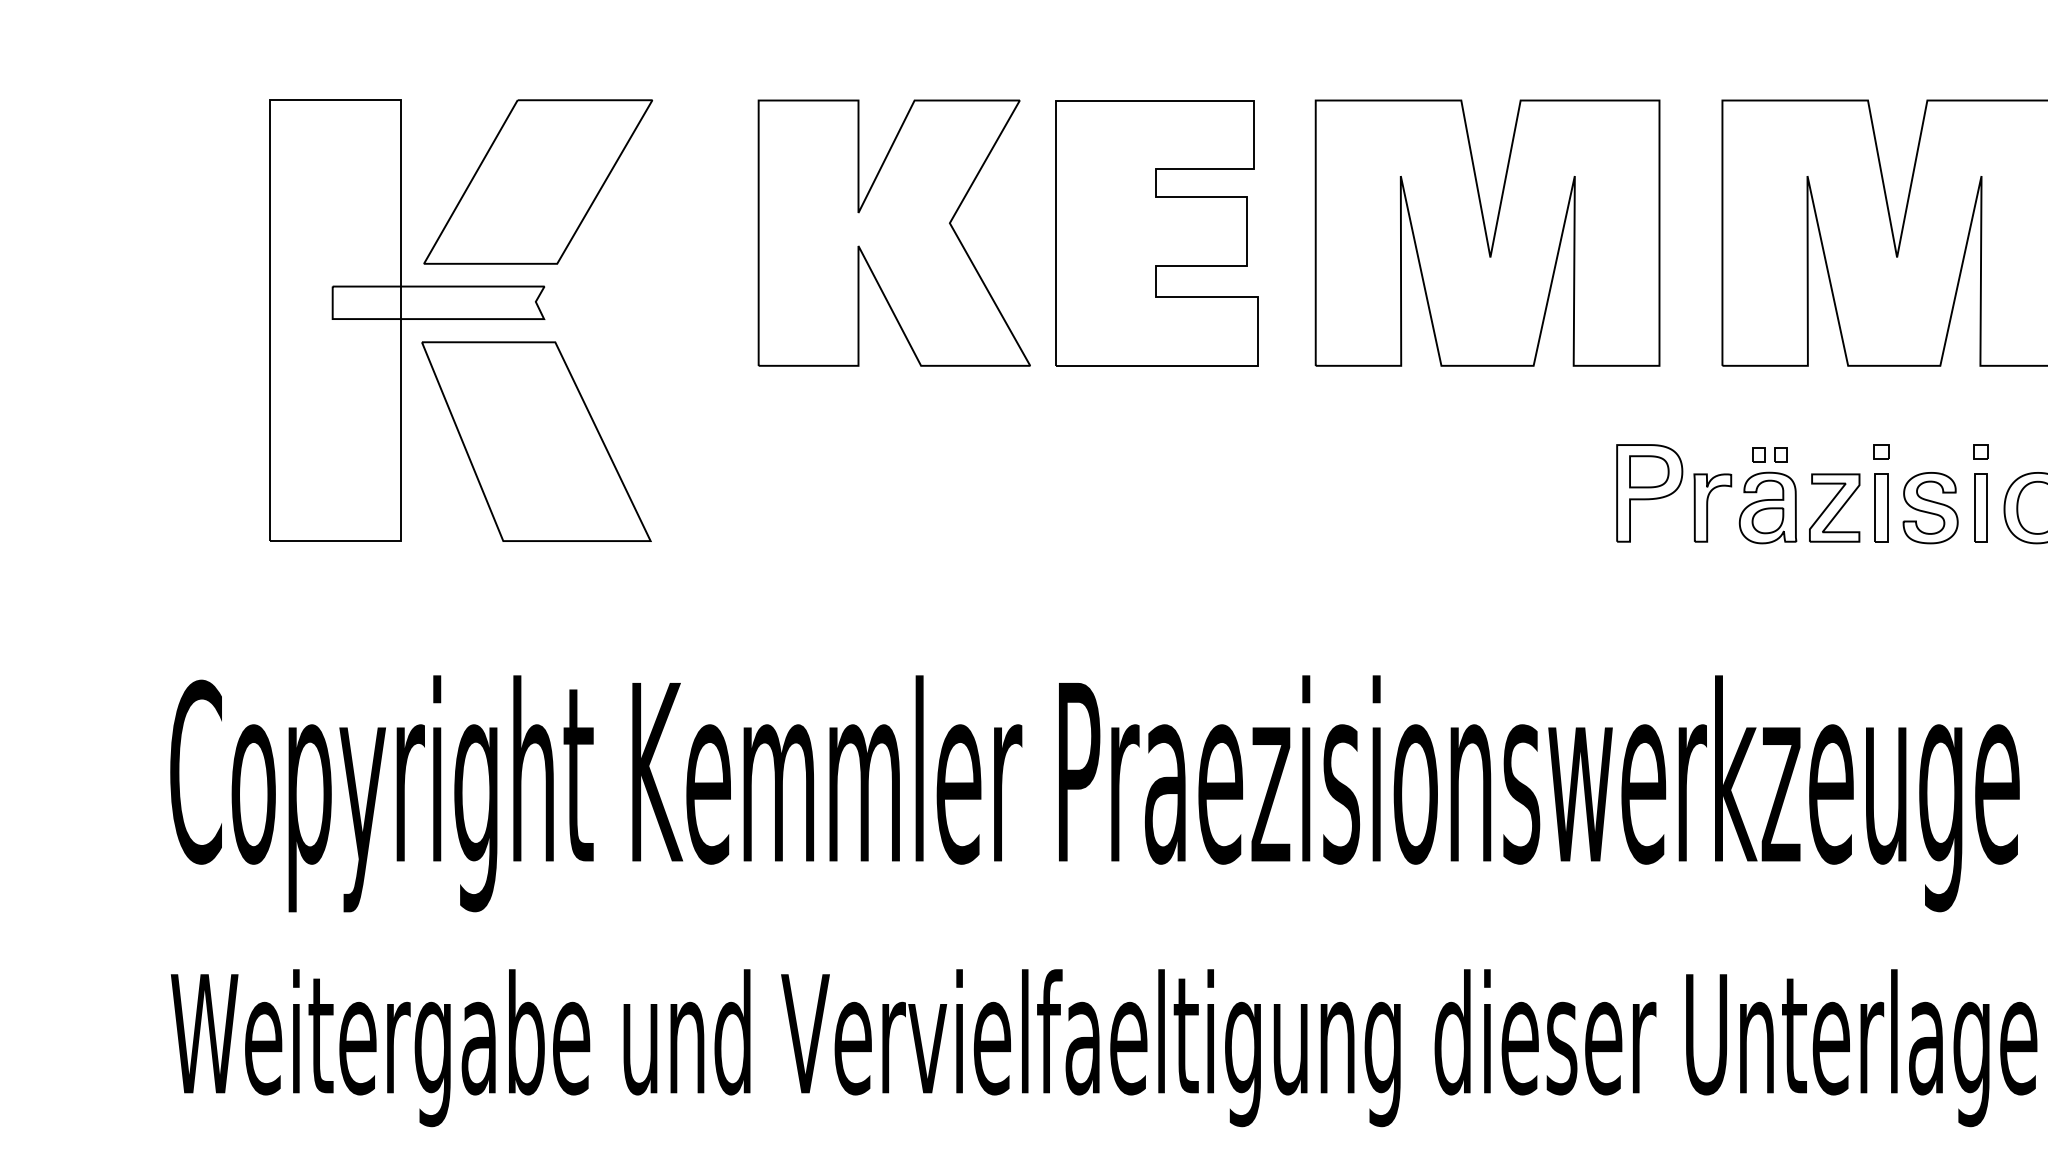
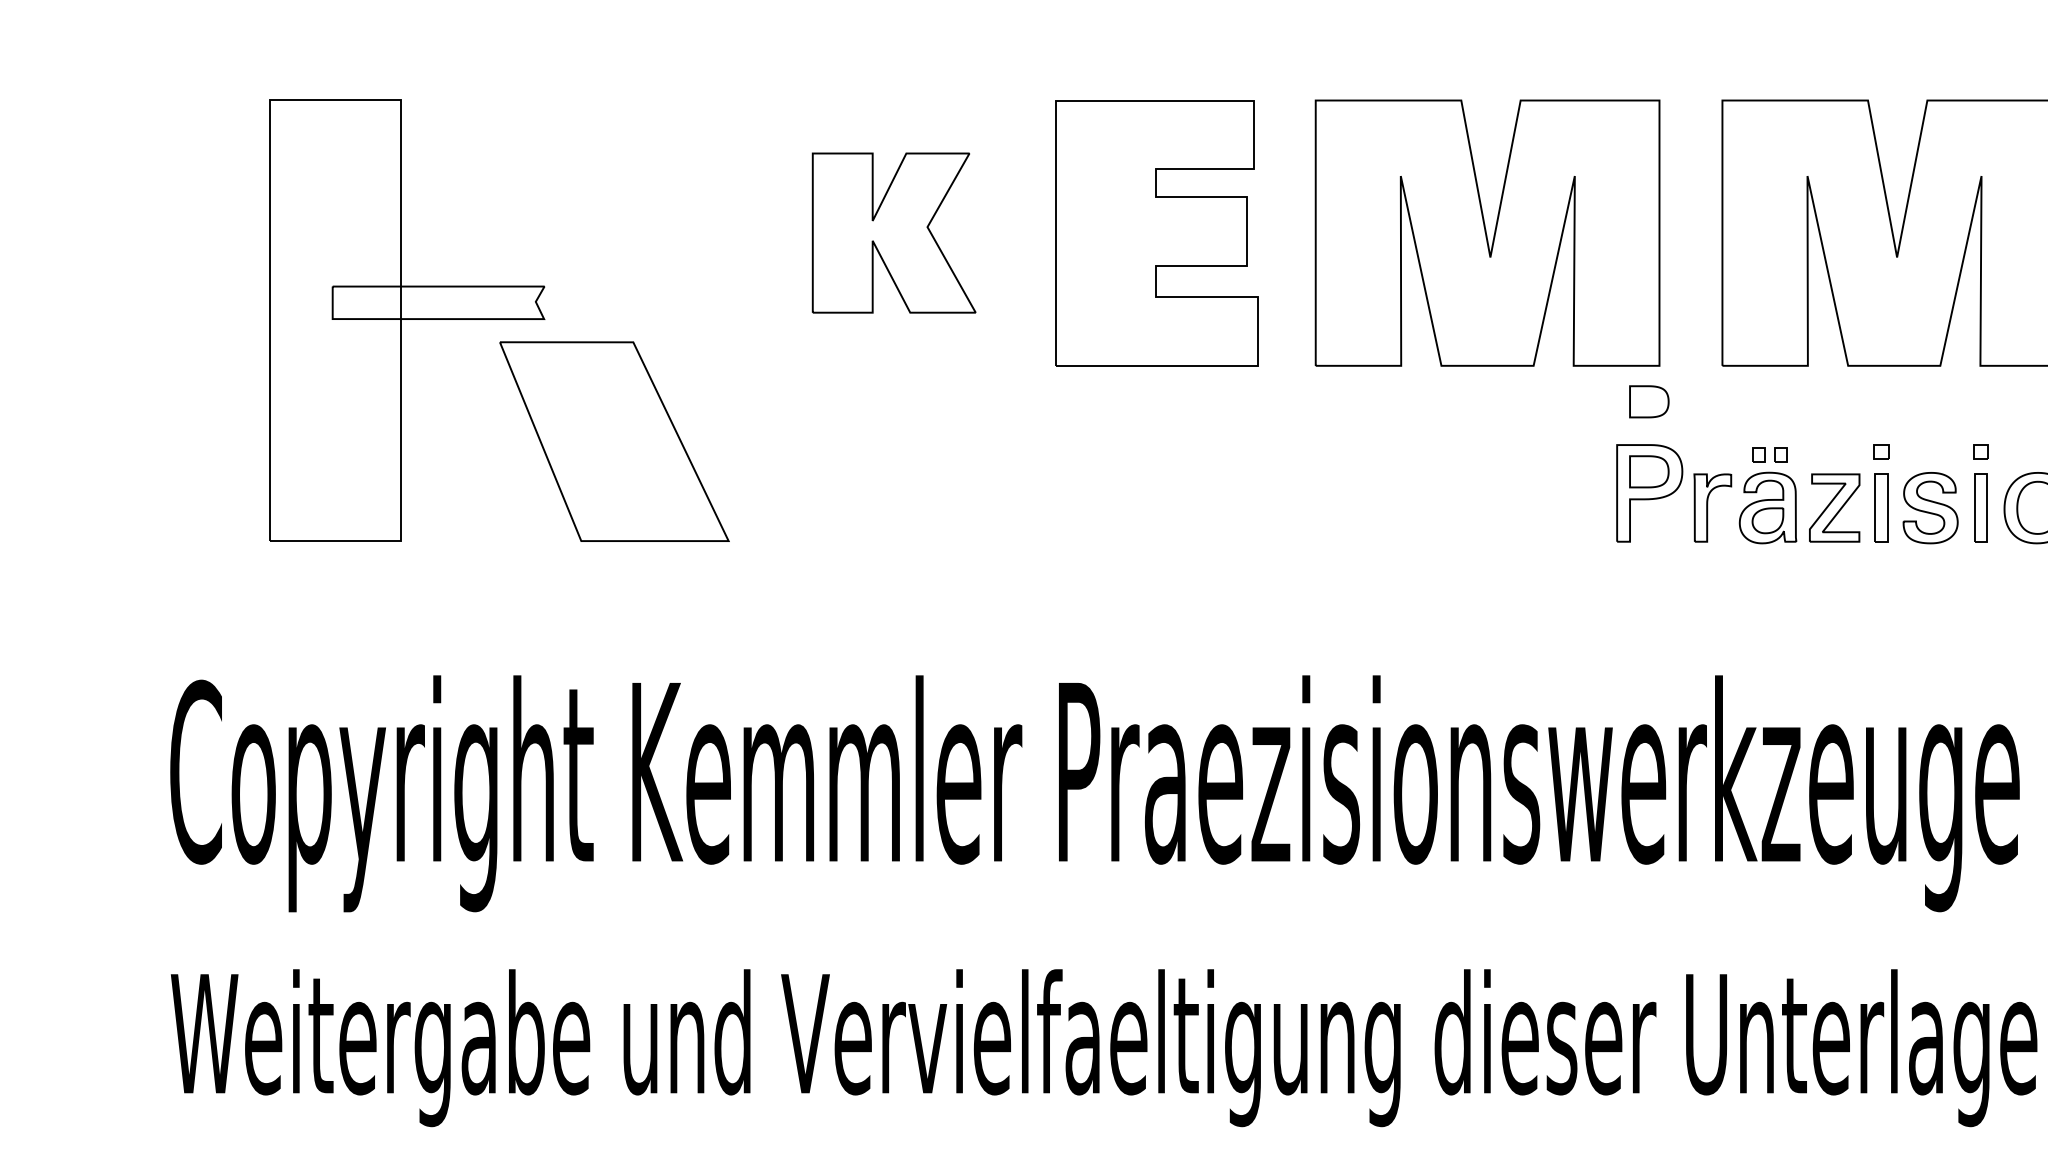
part at (538, 181): present -> none
part at (893, 232) size: 274x268 px -> 166x162 px
part at (1649, 401): none -> present
part at (536, 441) position: (536, 441) -> (614, 441)
